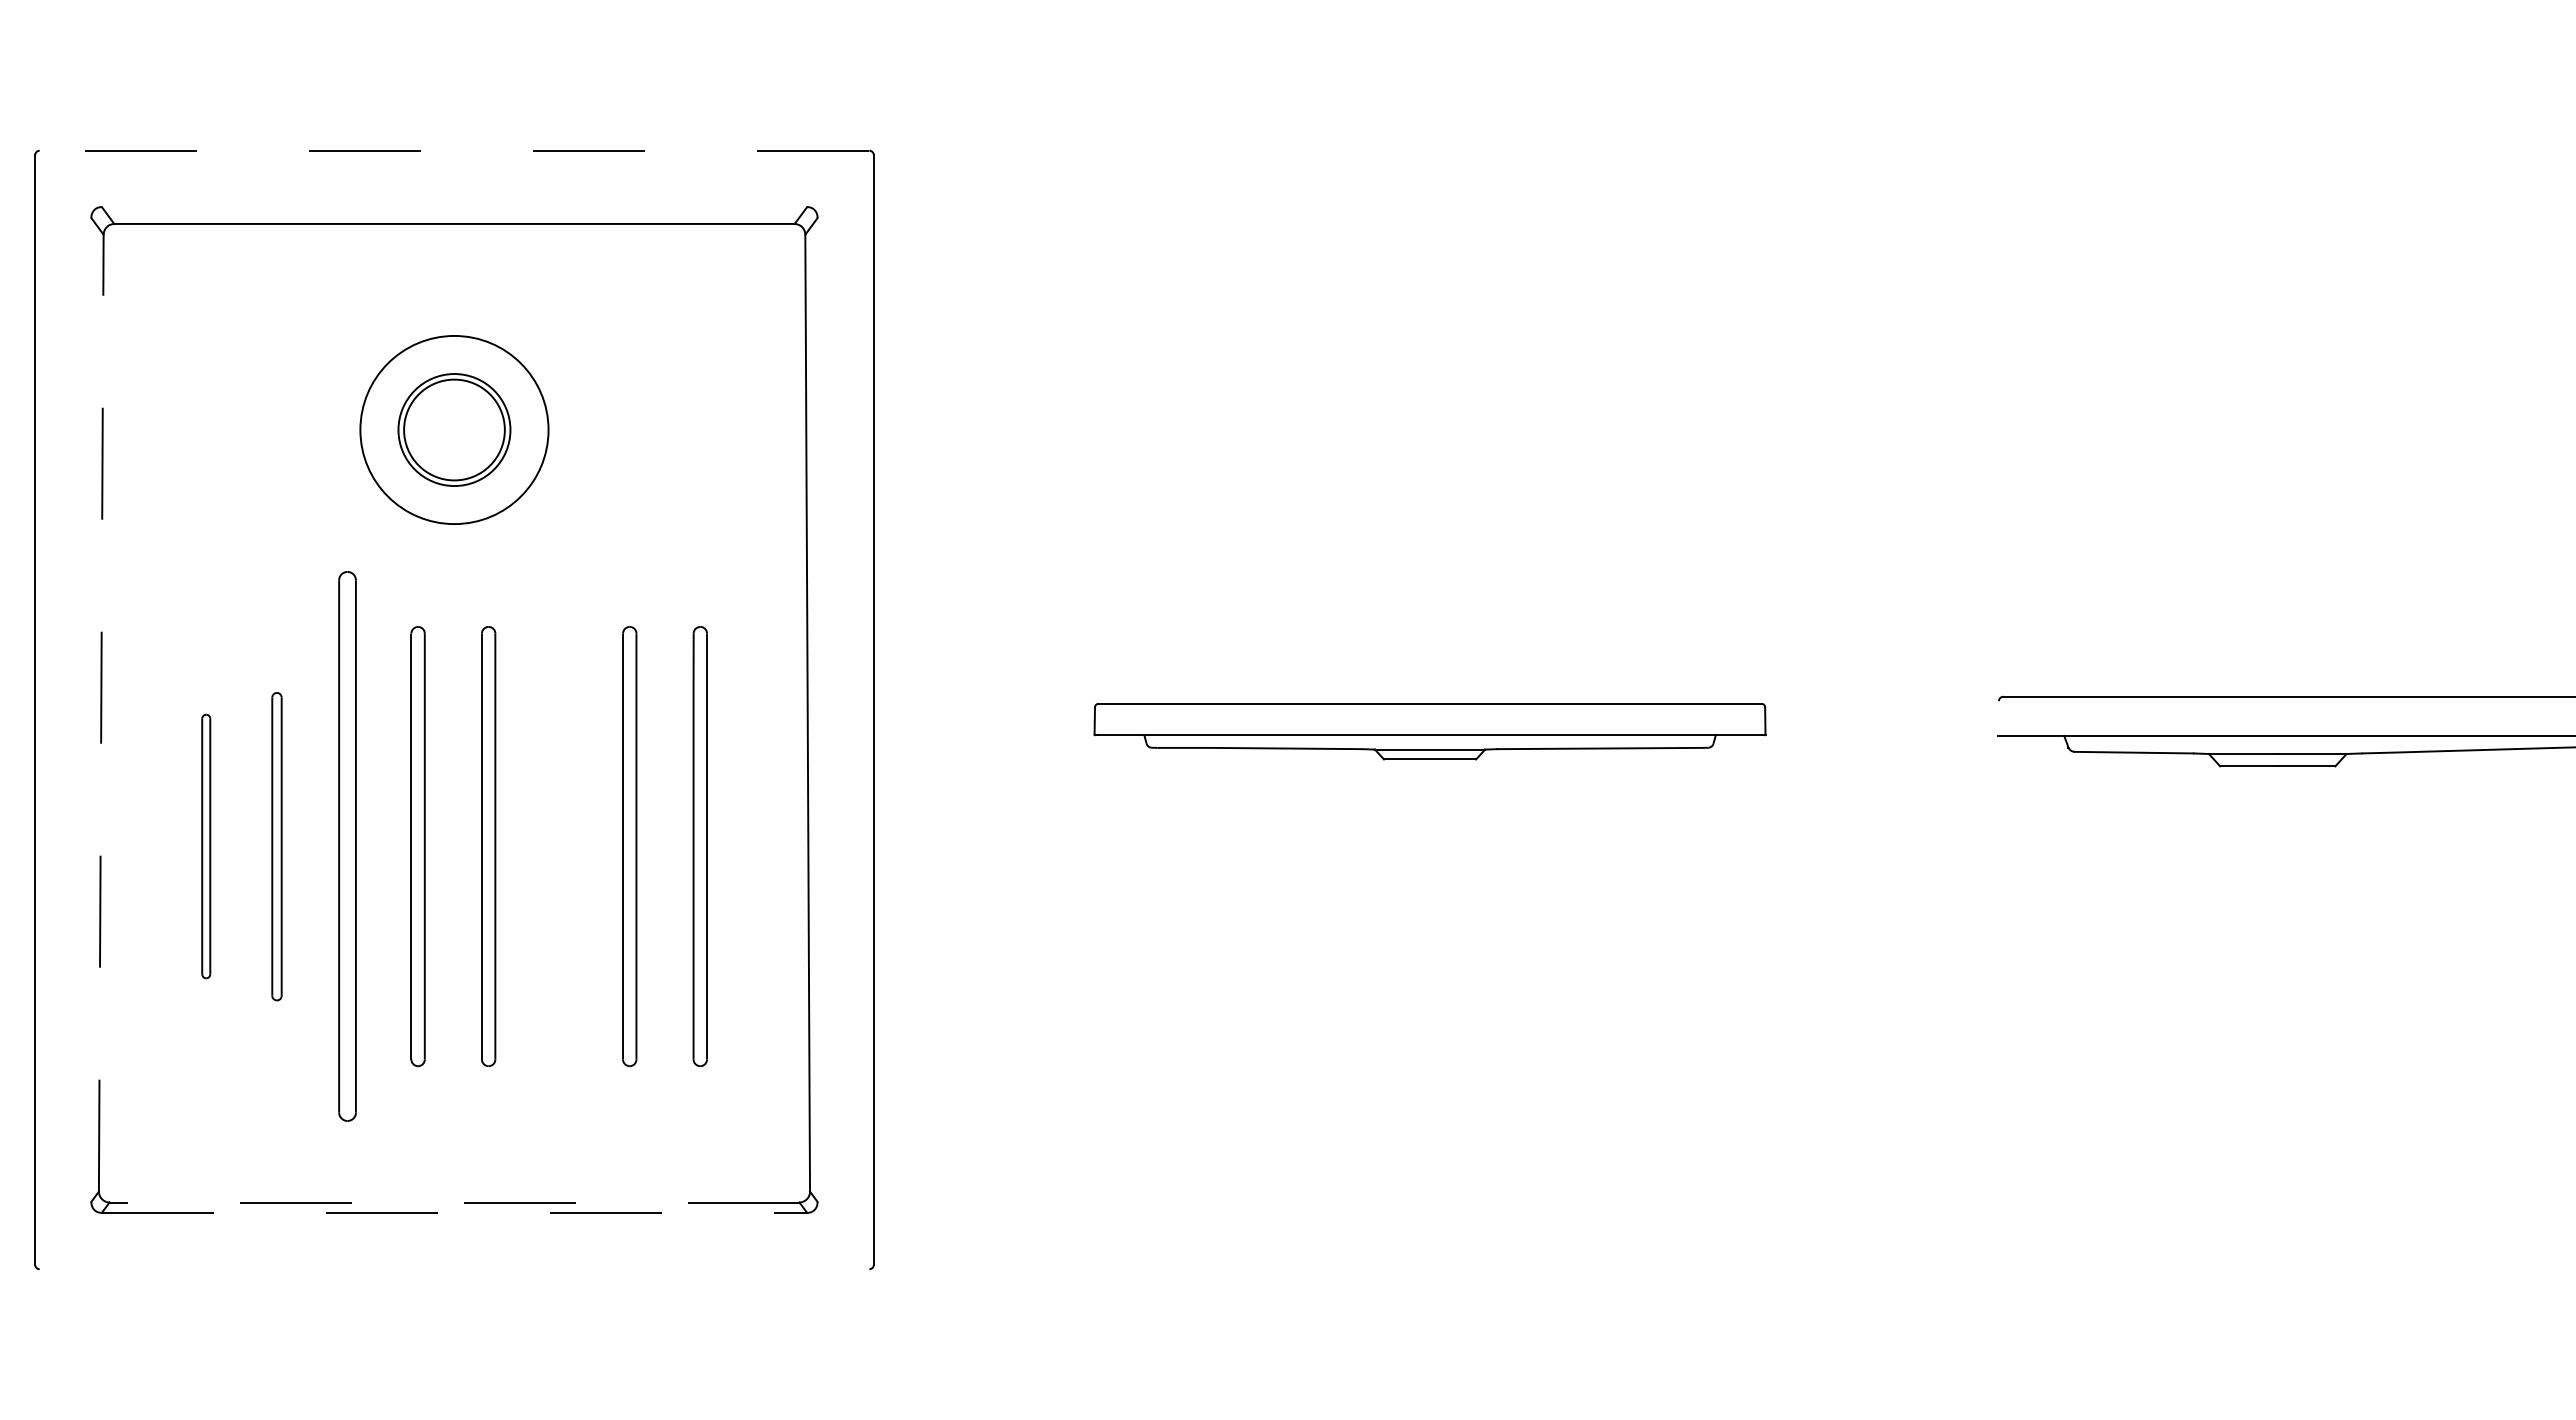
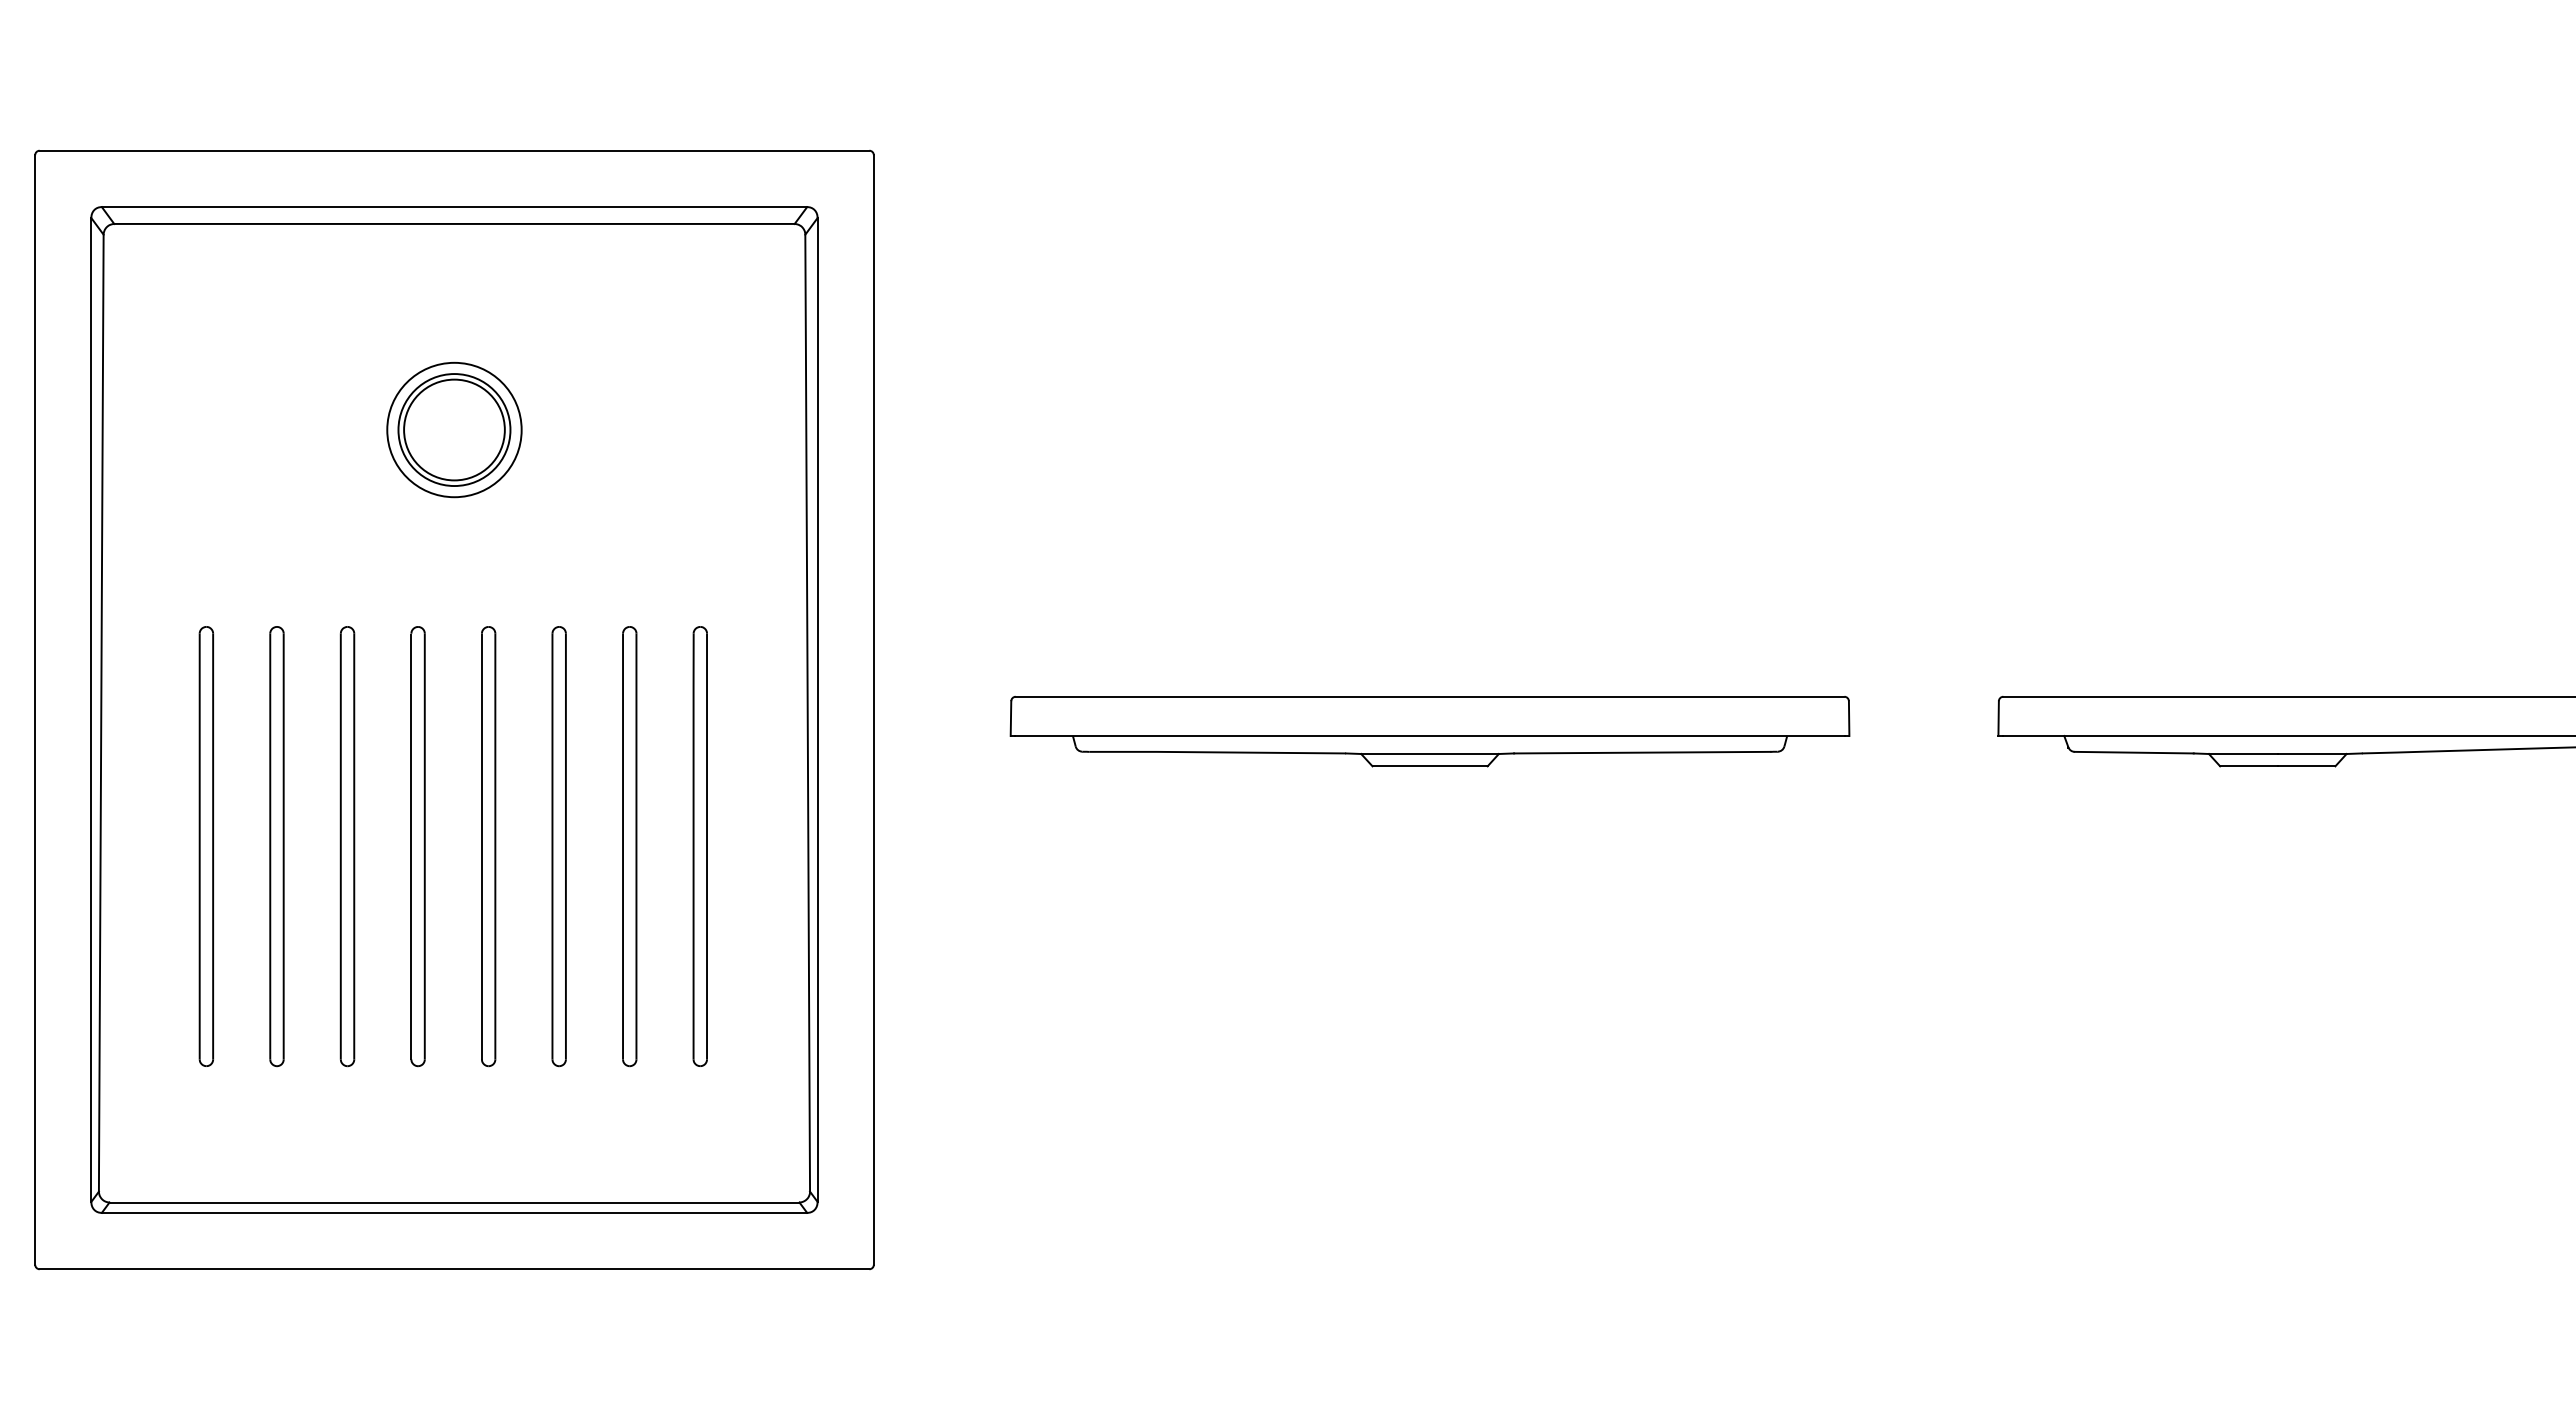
line at (454, 150): dashed -> solid
line at (454, 207): none -> present
circle at (454, 429) diameter: 188 px -> 134 px
line at (91, 709): none -> present
line at (817, 709): none -> present
line at (101, 712): dashed -> solid
line at (1998, 718): none -> present
part at (1429, 731) size: 674x58 px -> 842x72 px
part at (206, 846) size: 11x267 px -> 16x441 px
part at (276, 846) size: 12x310 px -> 16x442 px
part at (347, 846) size: 19x551 px -> 17x442 px
part at (558, 846): none -> present
line at (454, 1202): dashed -> solid
line at (454, 1212): dashed -> solid
line at (454, 1269): none -> present
